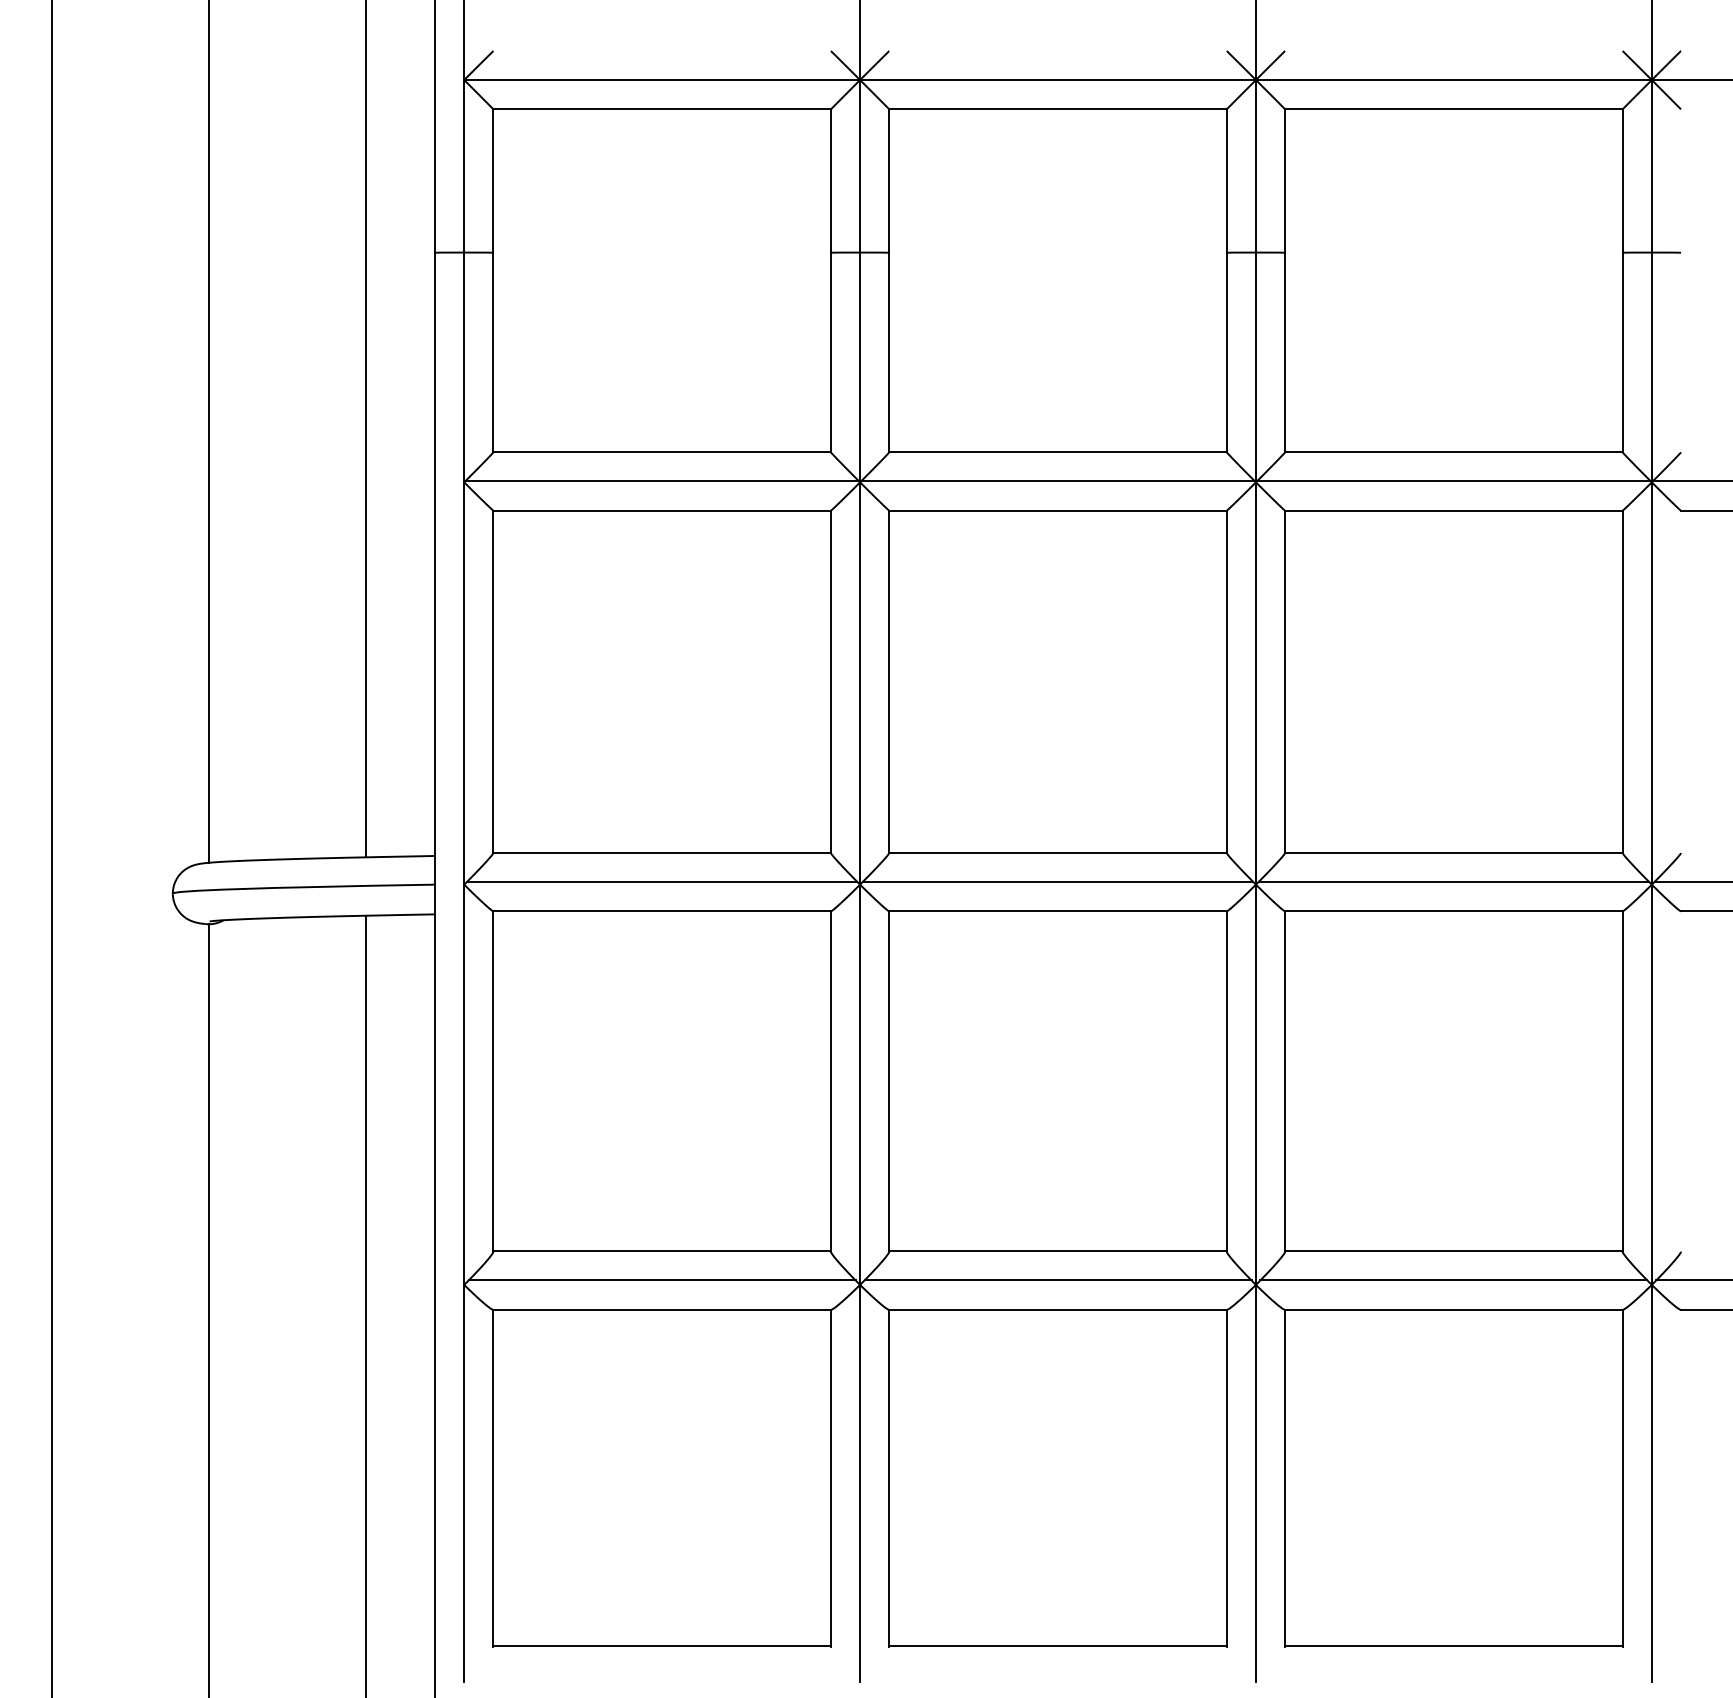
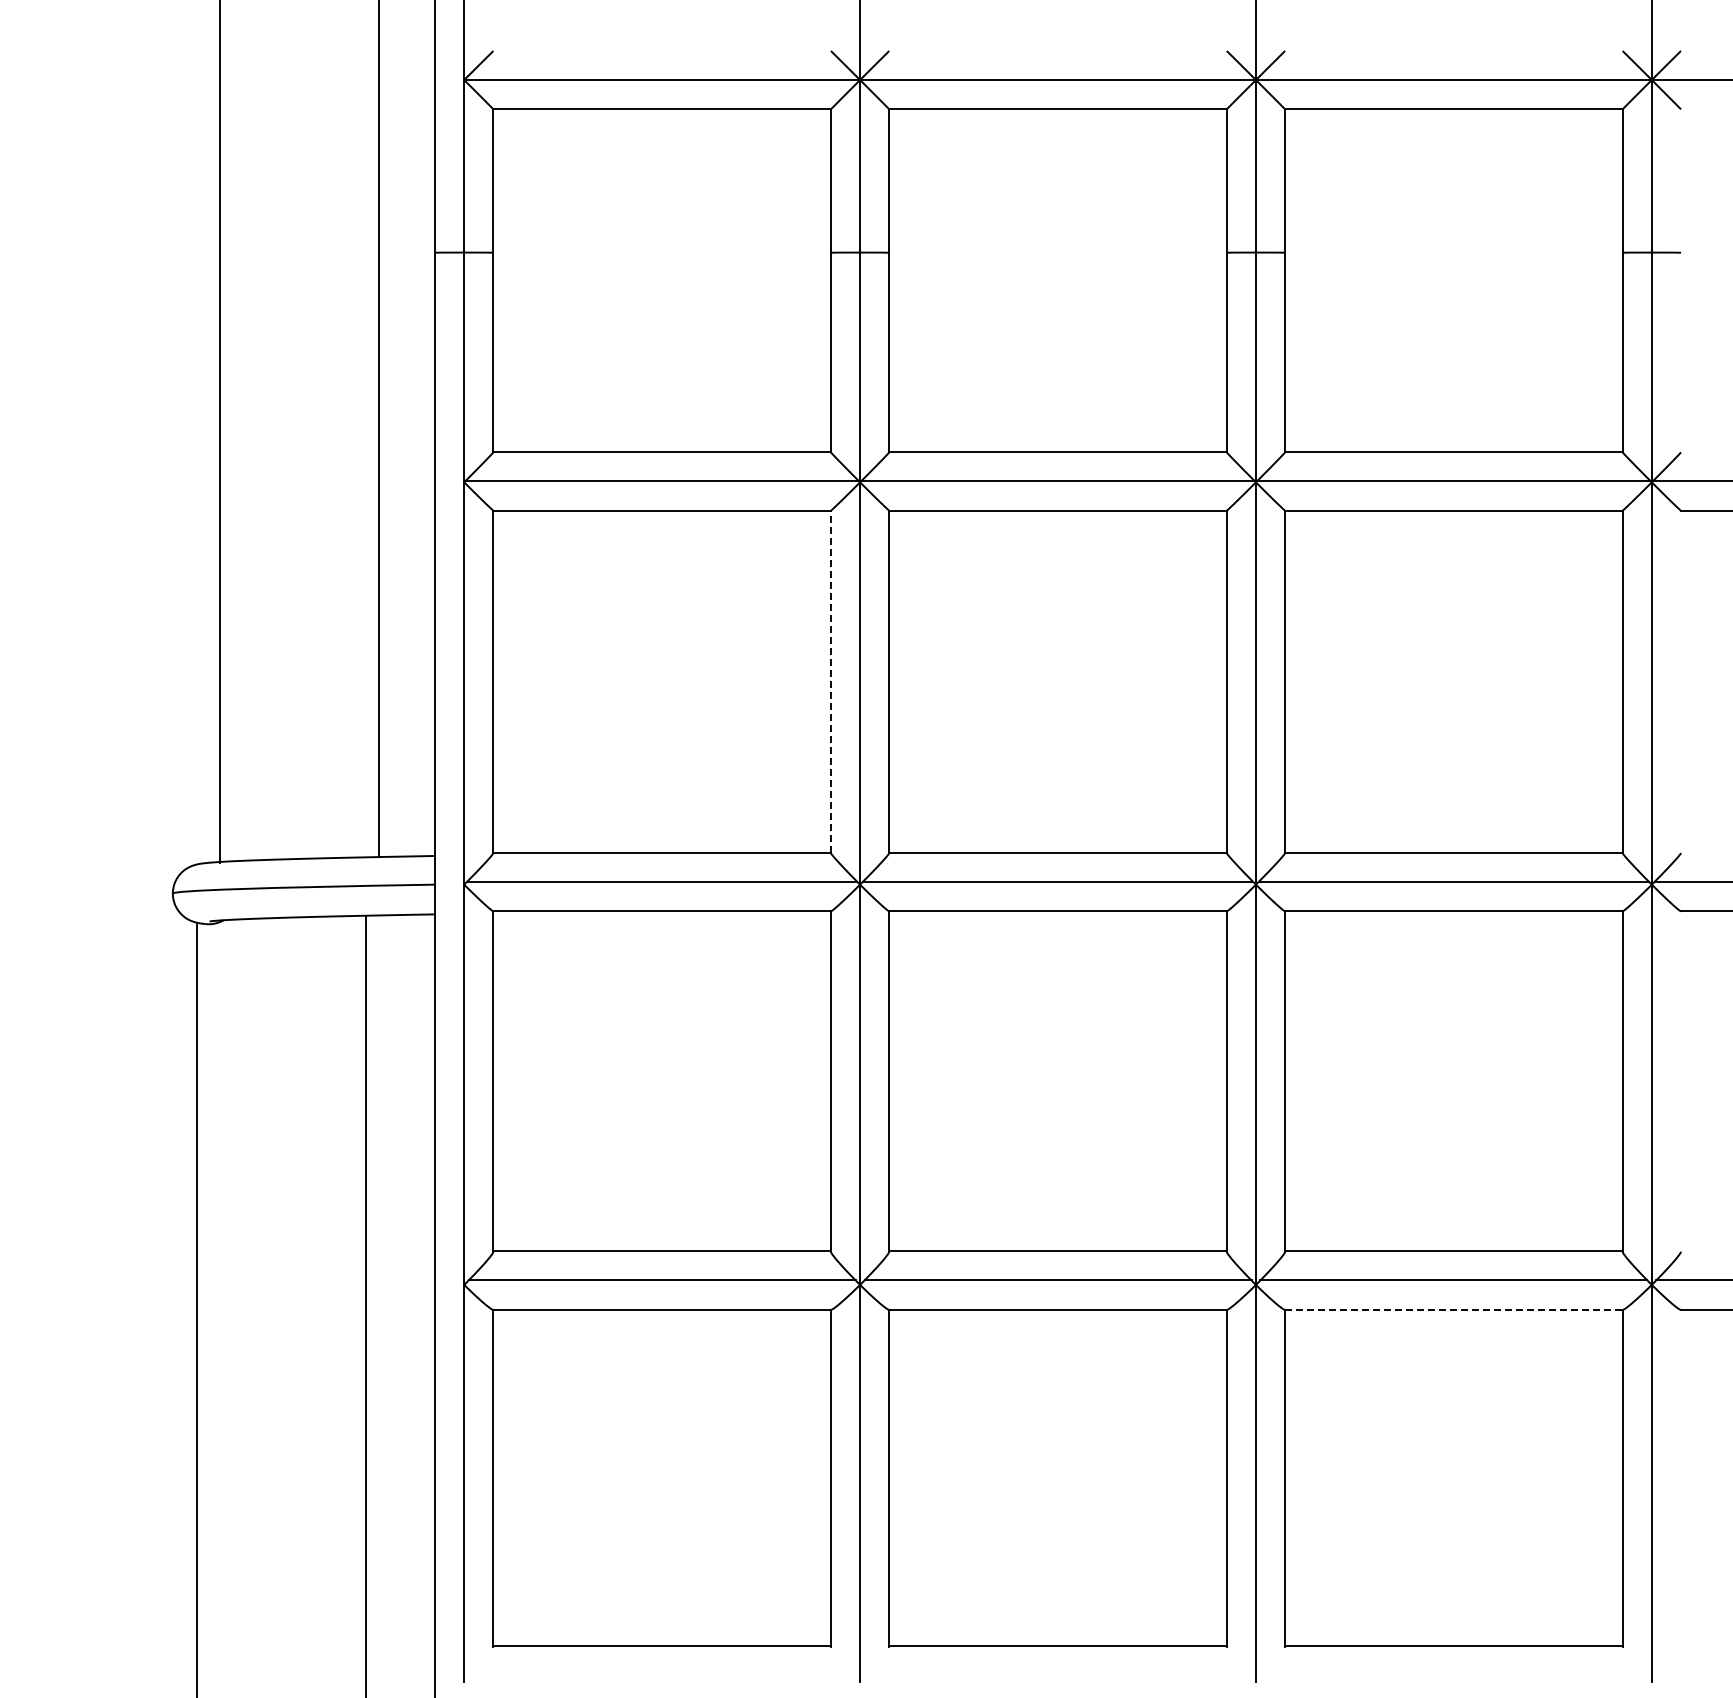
line at (365, 429) position: (365, 429) -> (378, 429)
line at (208, 432) position: (208, 432) -> (219, 432)
line at (830, 681): solid -> dashed
line at (51, 848): present -> none
line at (208, 1309) position: (208, 1309) -> (196, 1309)
line at (1454, 1309): solid -> dashed
